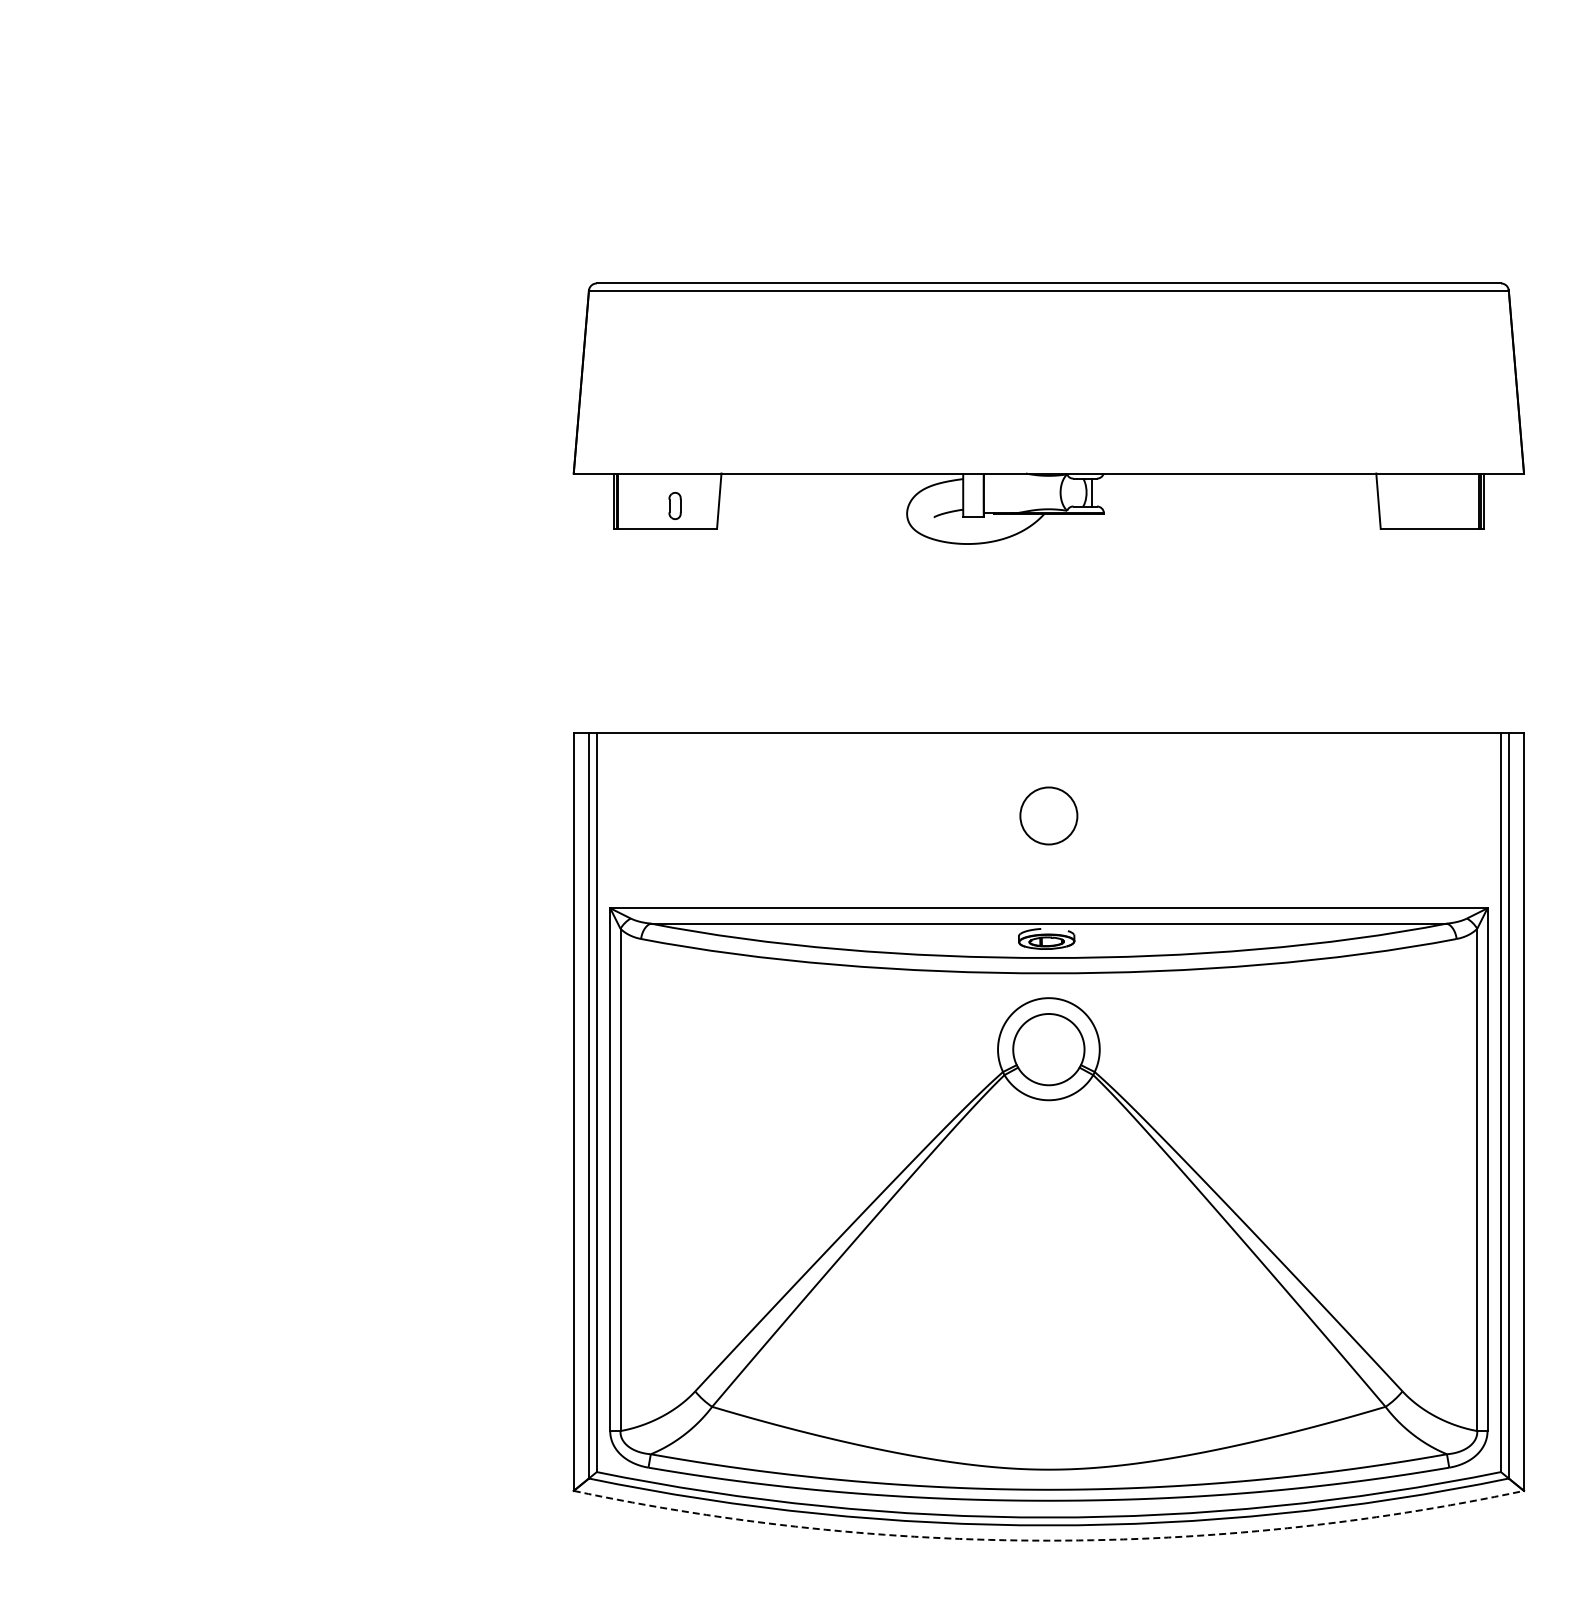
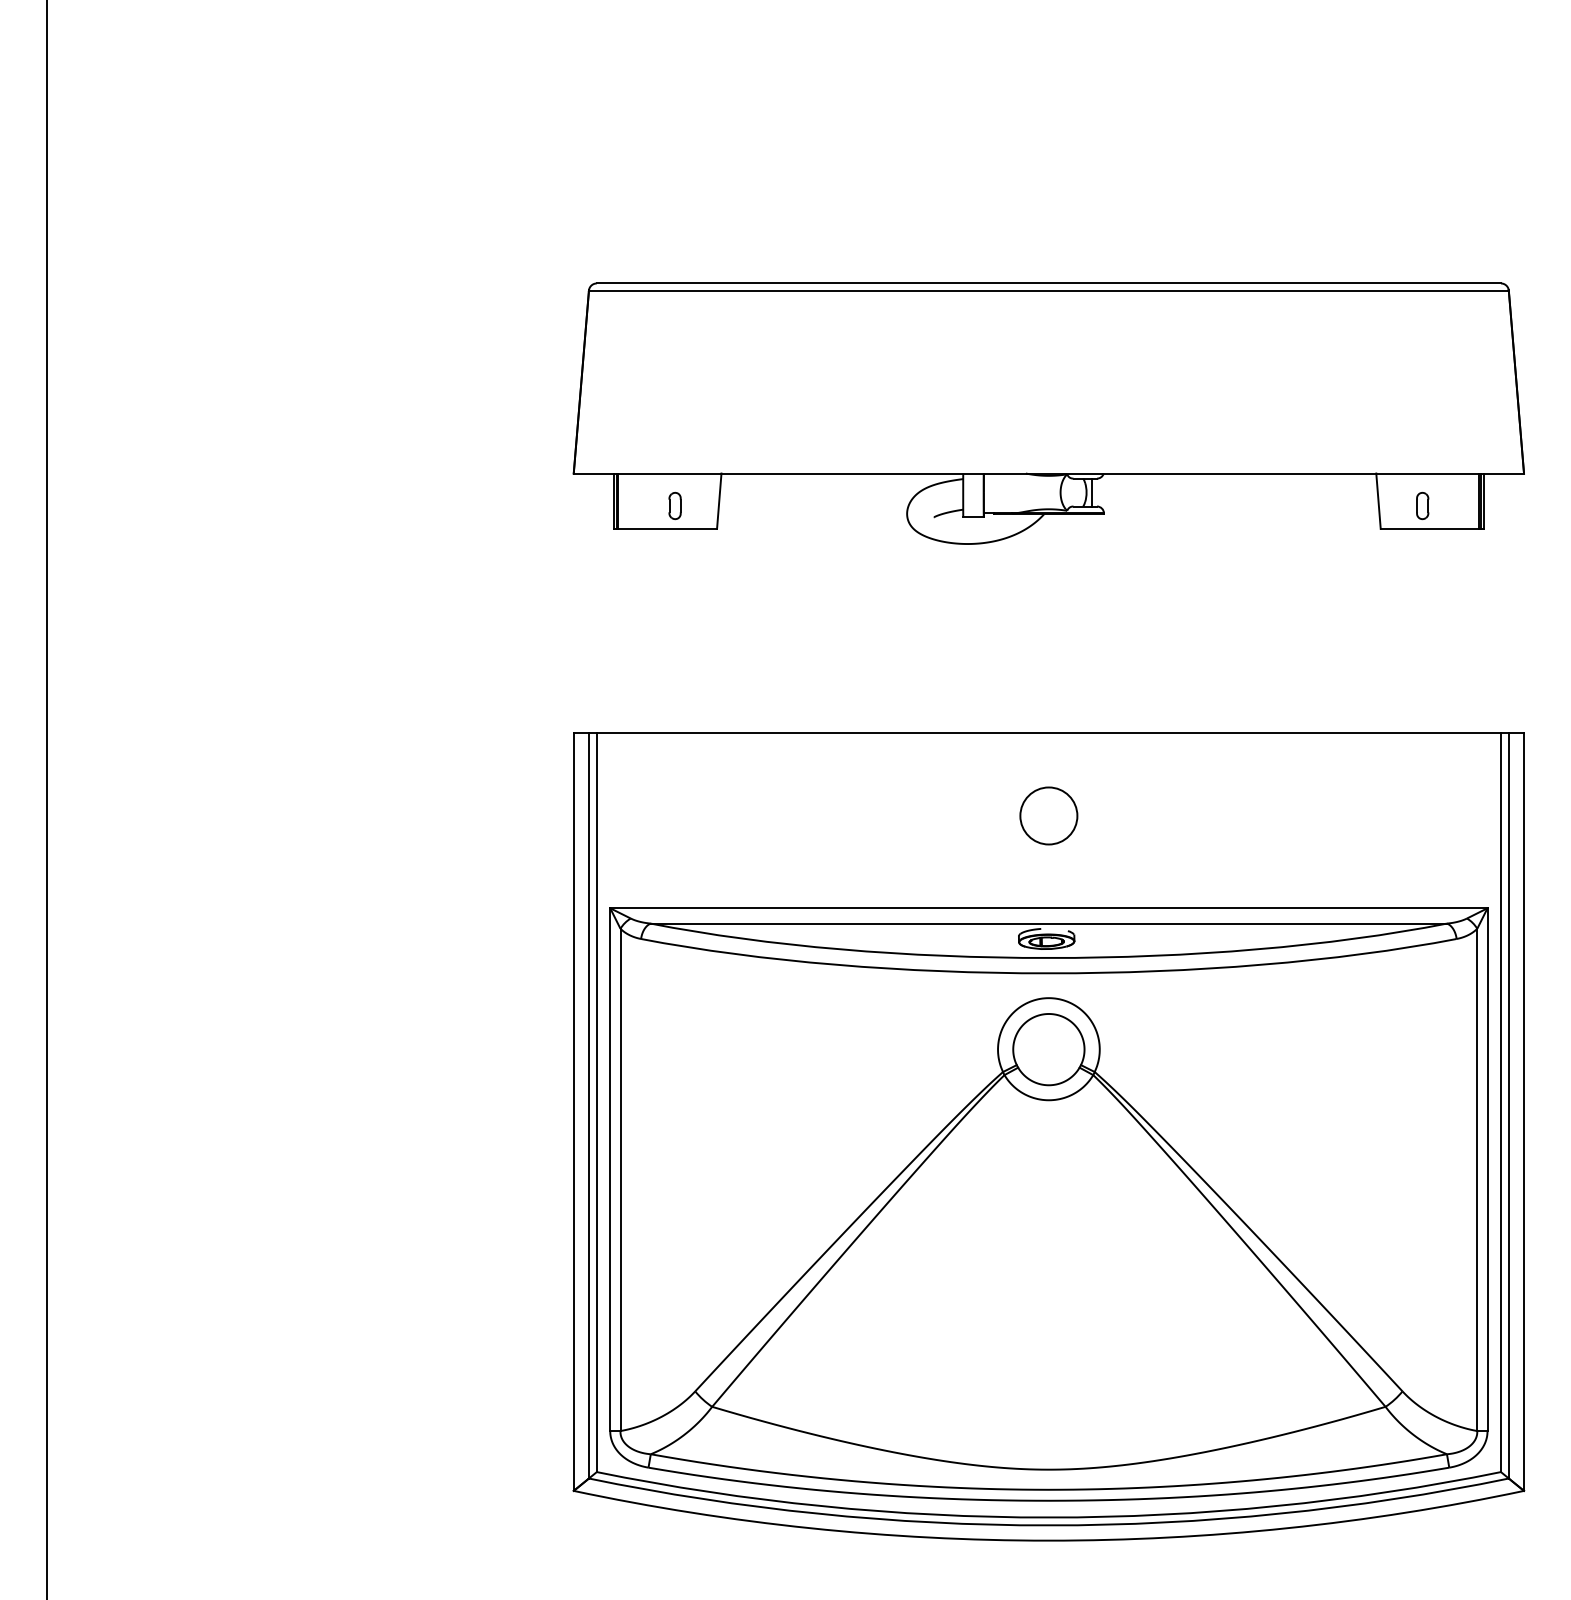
part at (1422, 506): none -> present
line at (46, 799): none -> present
arc at (1048, 1540): dashed -> solid
